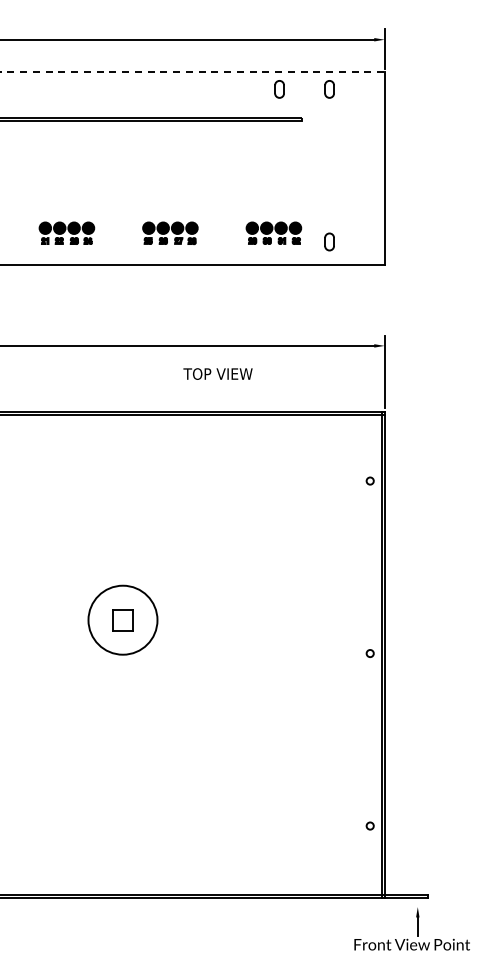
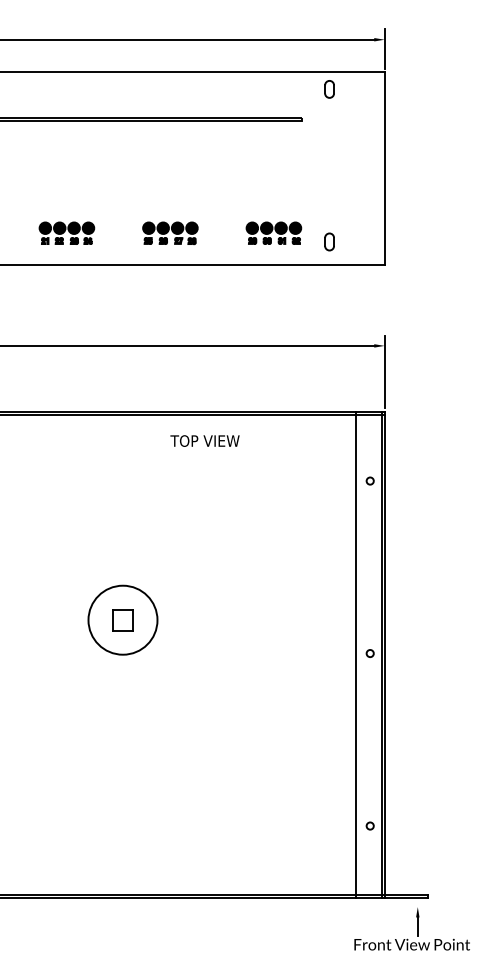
line at (192, 72): dashed -> solid
part at (279, 89): present -> none
text at (217, 373) position: (217, 373) -> (204, 440)
line at (355, 654): none -> present
